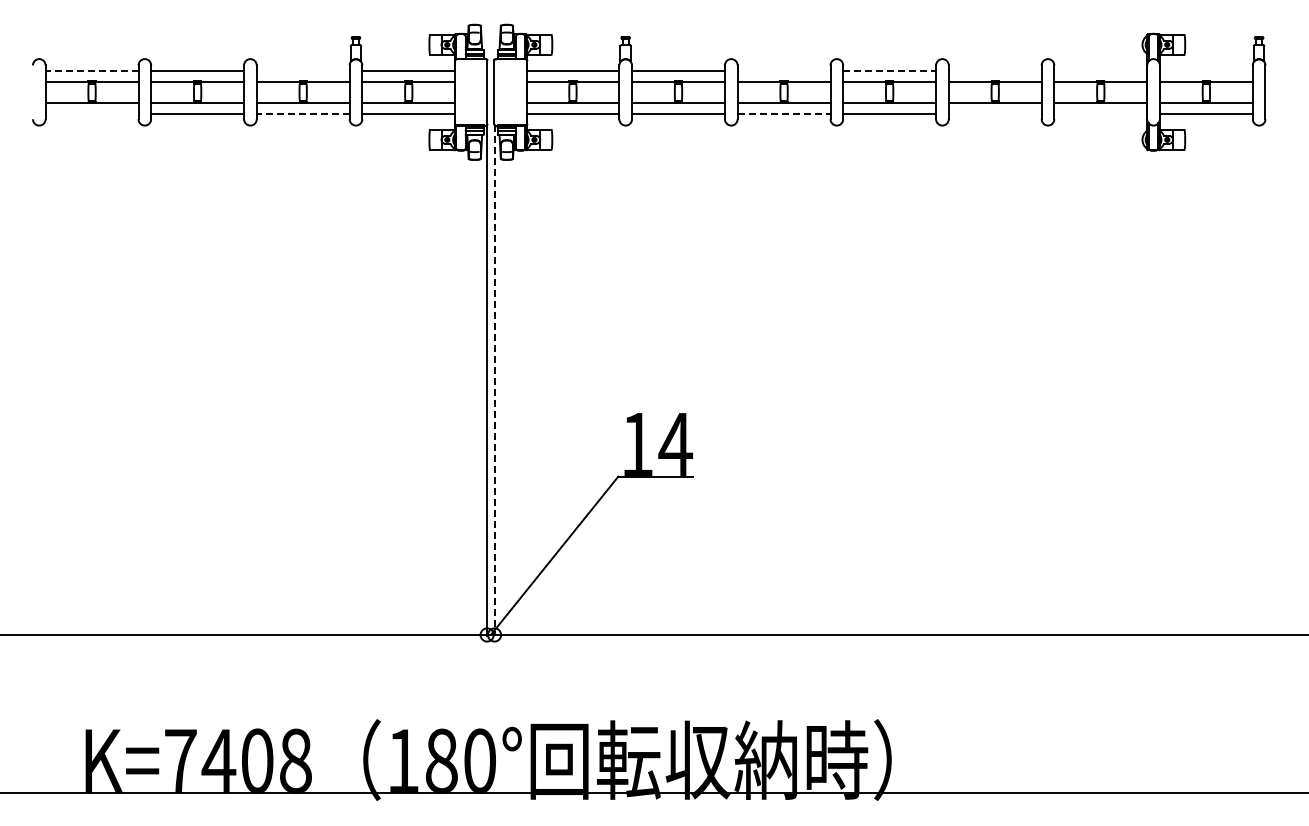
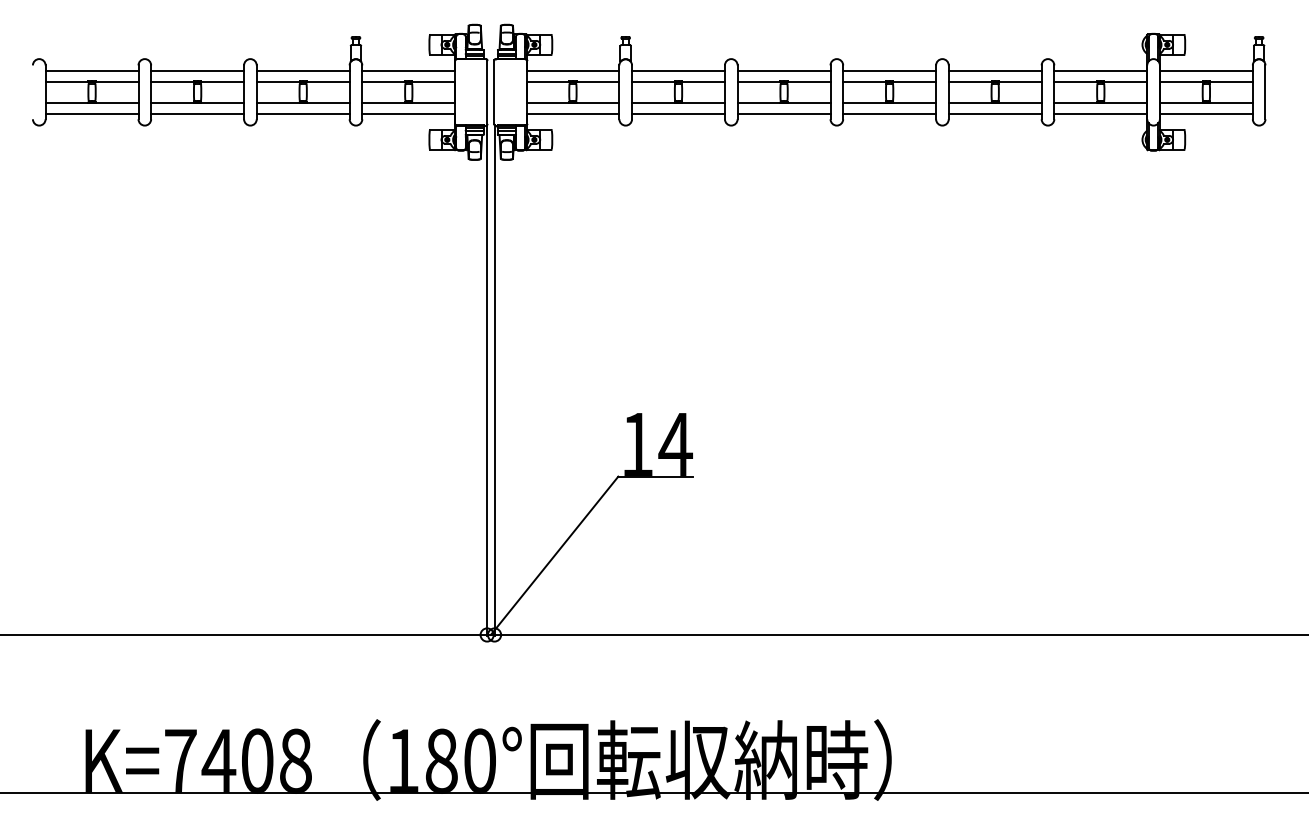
line at (91, 70): dashed -> solid
line at (302, 70): none -> present
line at (783, 70): none -> present
line at (890, 70): dashed -> solid
line at (994, 70): none -> present
line at (1100, 70): none -> present
line at (1205, 70): none -> present
line at (91, 113): none -> present
line at (302, 113): dashed -> solid
line at (784, 113): dashed -> solid
line at (994, 113): none -> present
line at (1100, 113): none -> present
line at (494, 380): dashed -> solid
